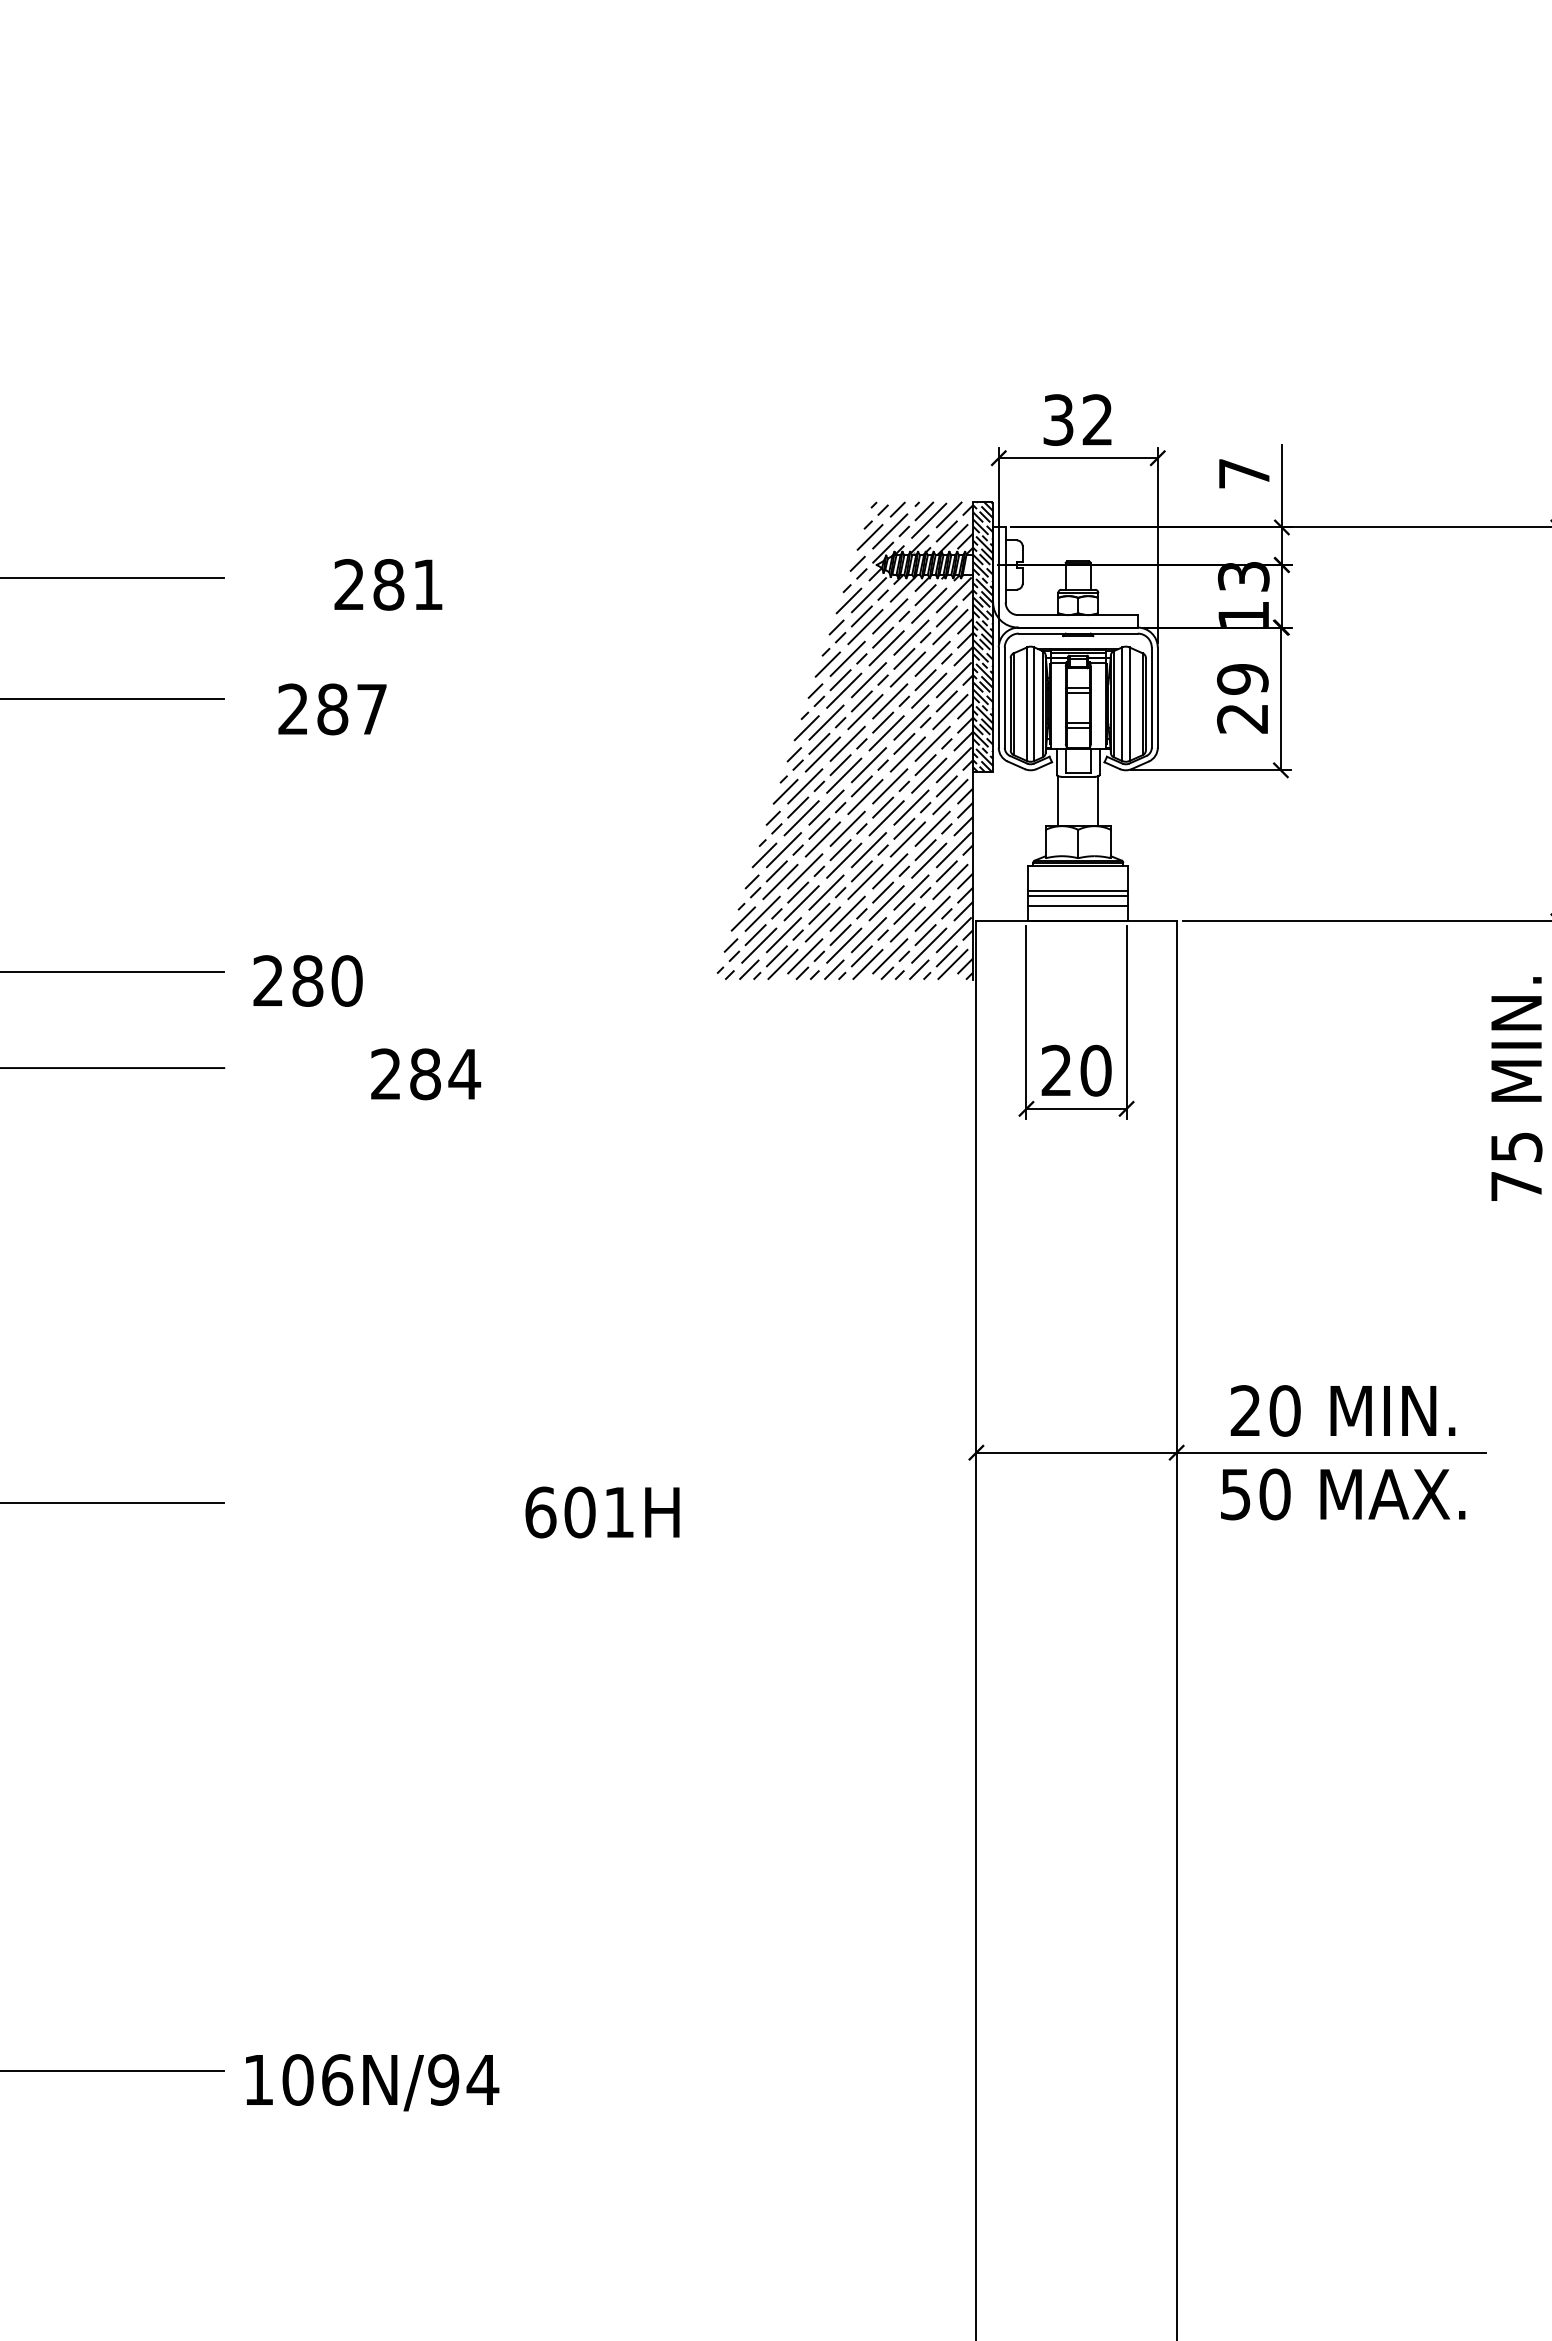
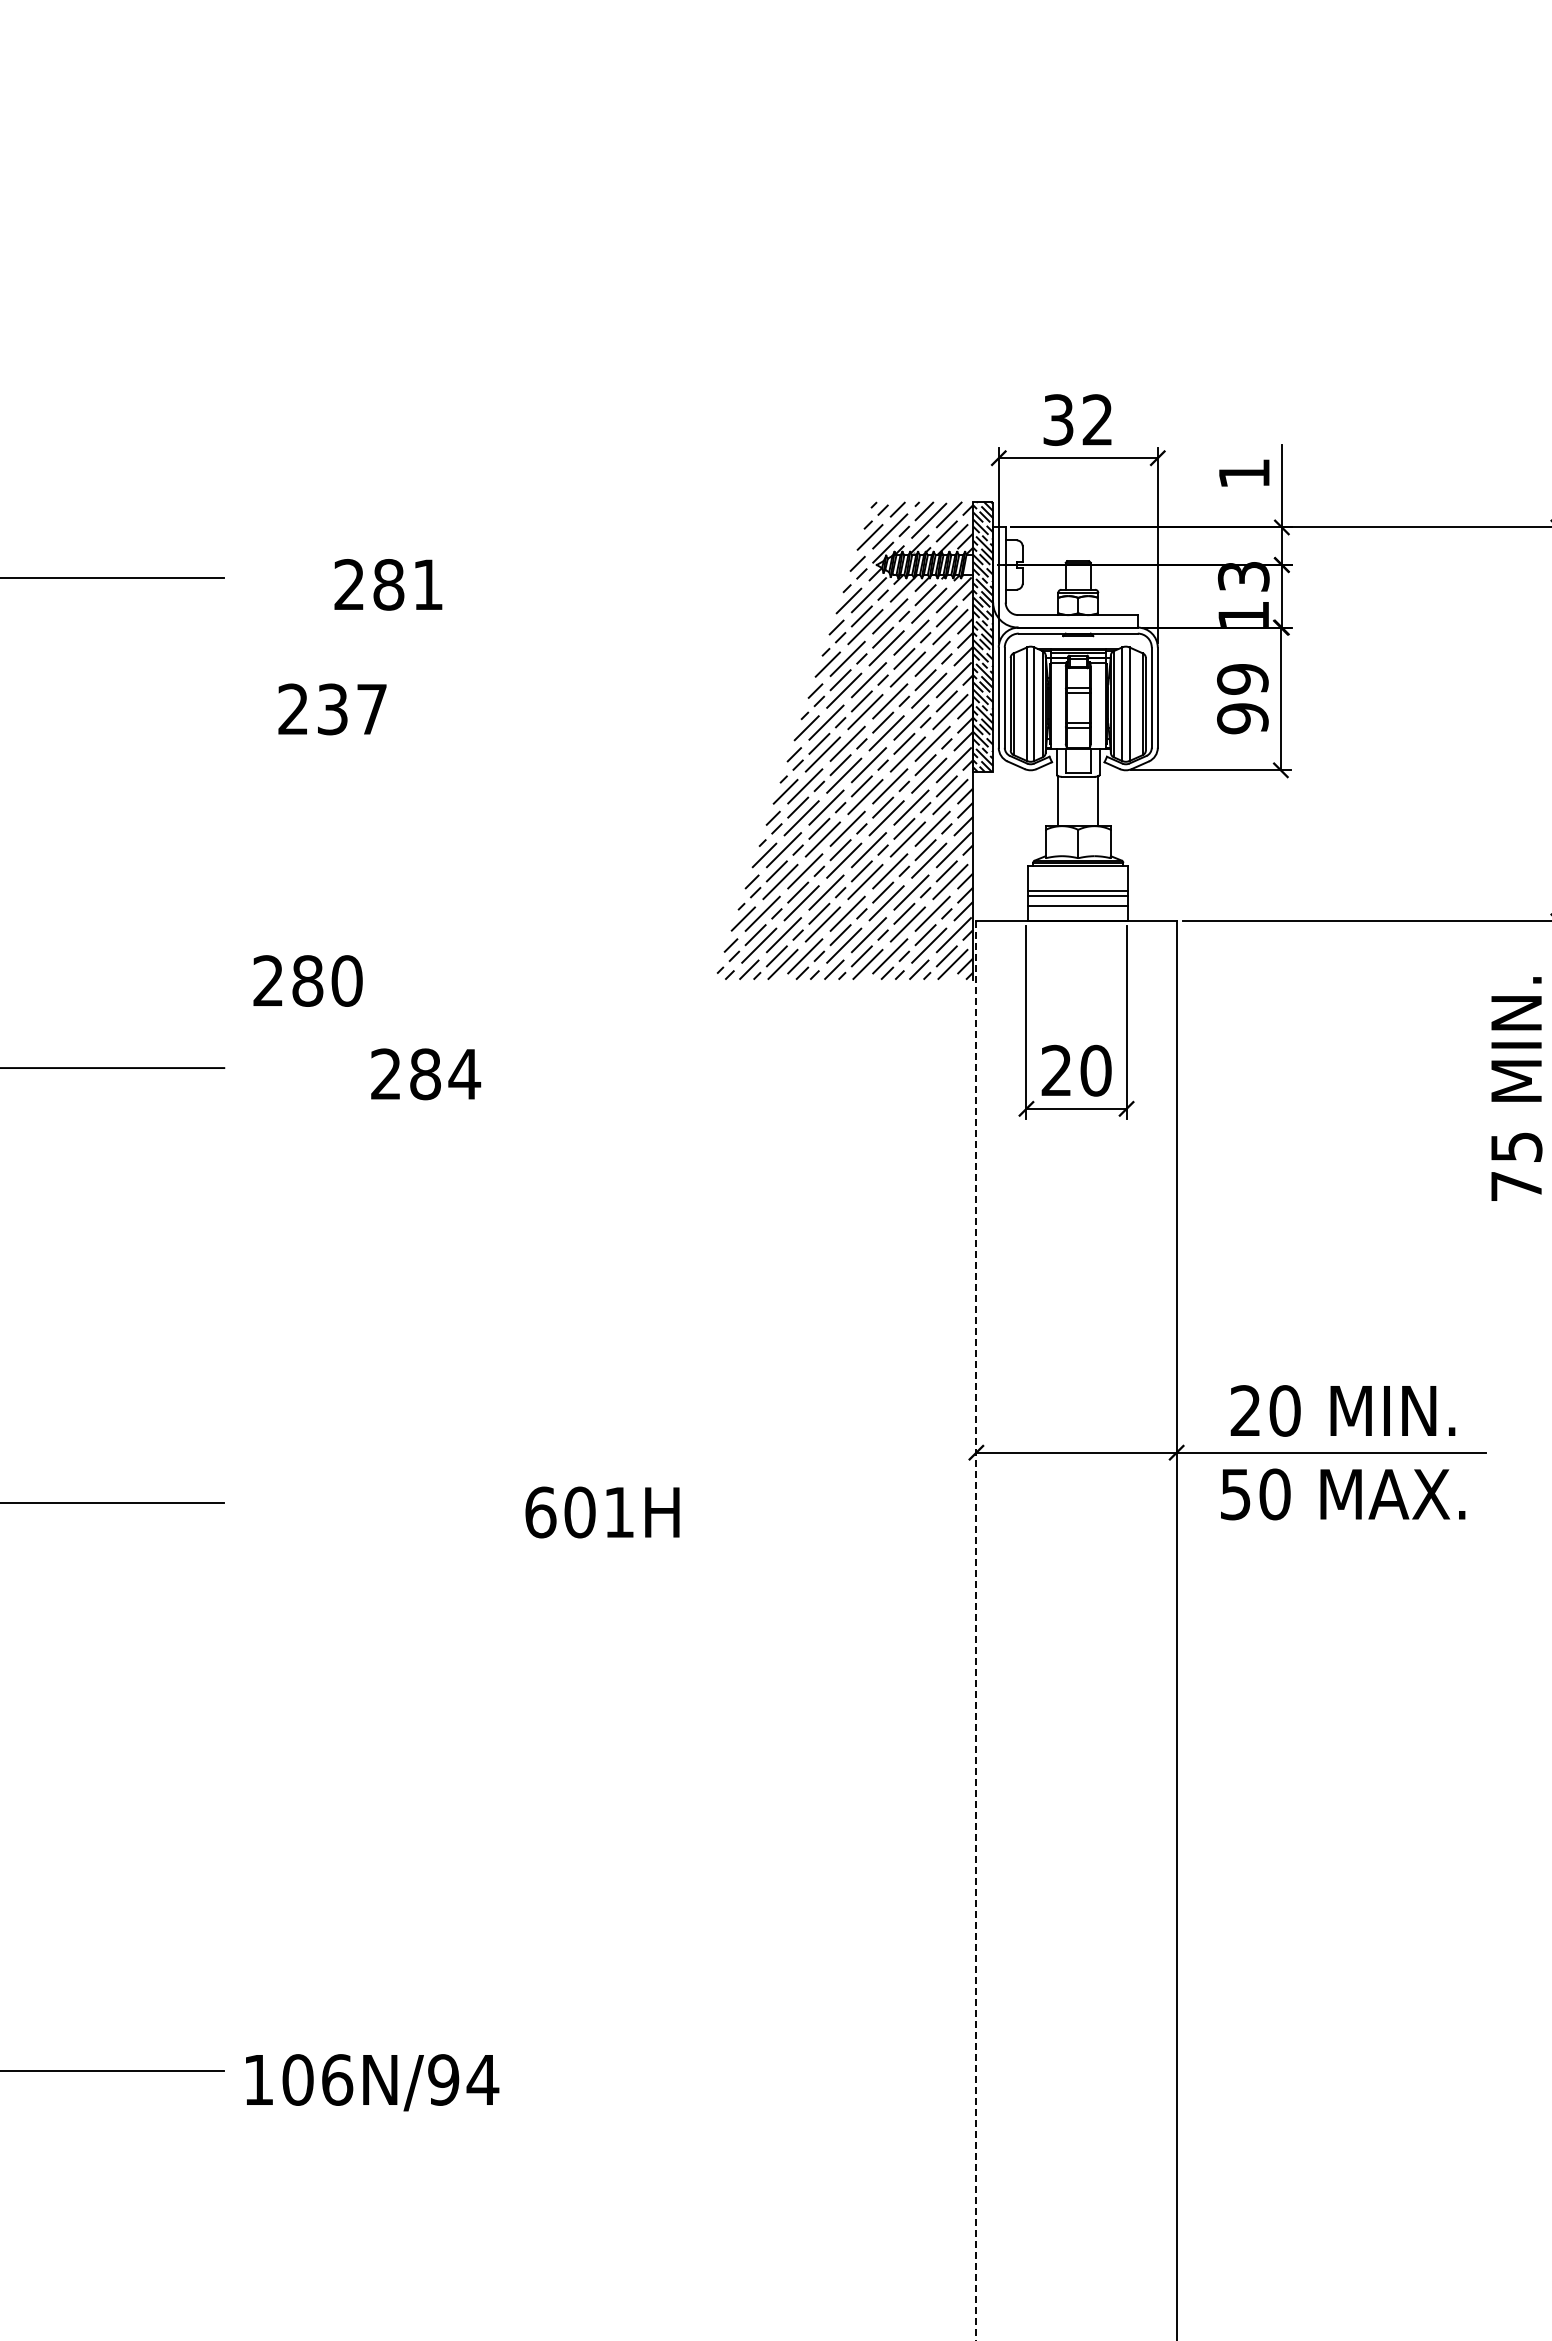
text at (1244, 473): 7 -> 1
line at (113, 699): present -> none
text at (332, 709): 287 -> 237
text at (1242, 718): 29 -> 99
line at (113, 971): present -> none
line at (976, 1630): solid -> dashed
